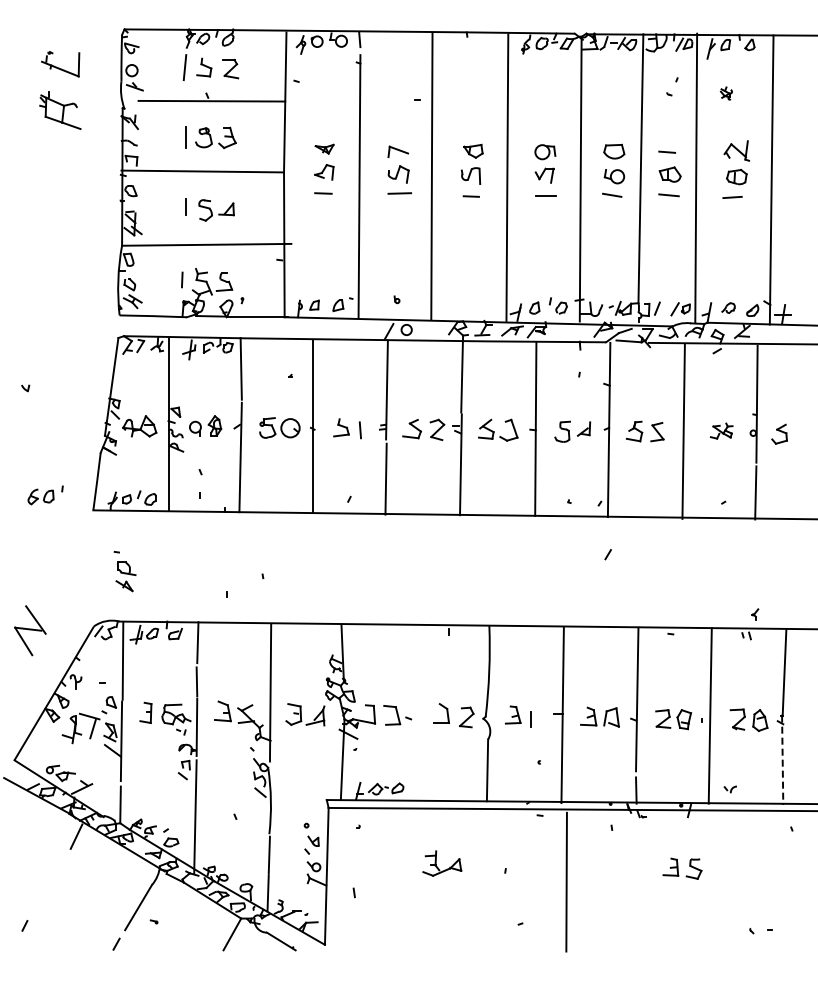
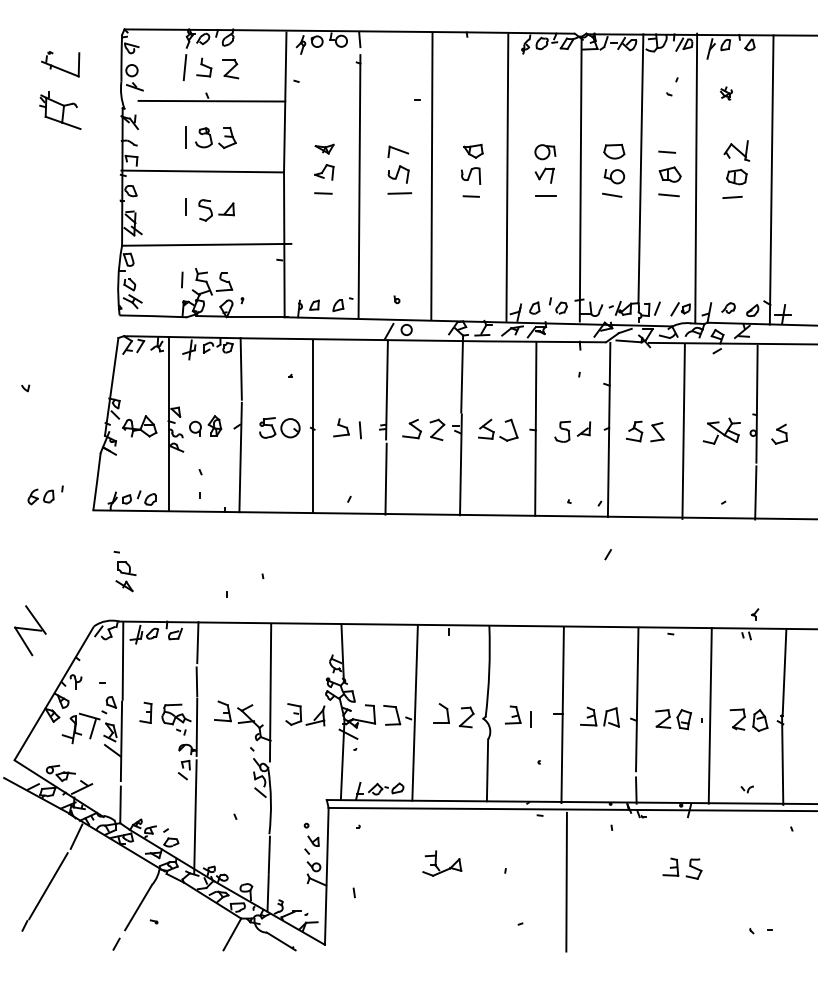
part at (721, 430) size: 25x18 px -> 39x28 px
line at (414, 712): none -> present
line at (782, 760): dashed -> solid
part at (729, 789) position: (729, 789) -> (746, 789)
line at (48, 886): none -> present
